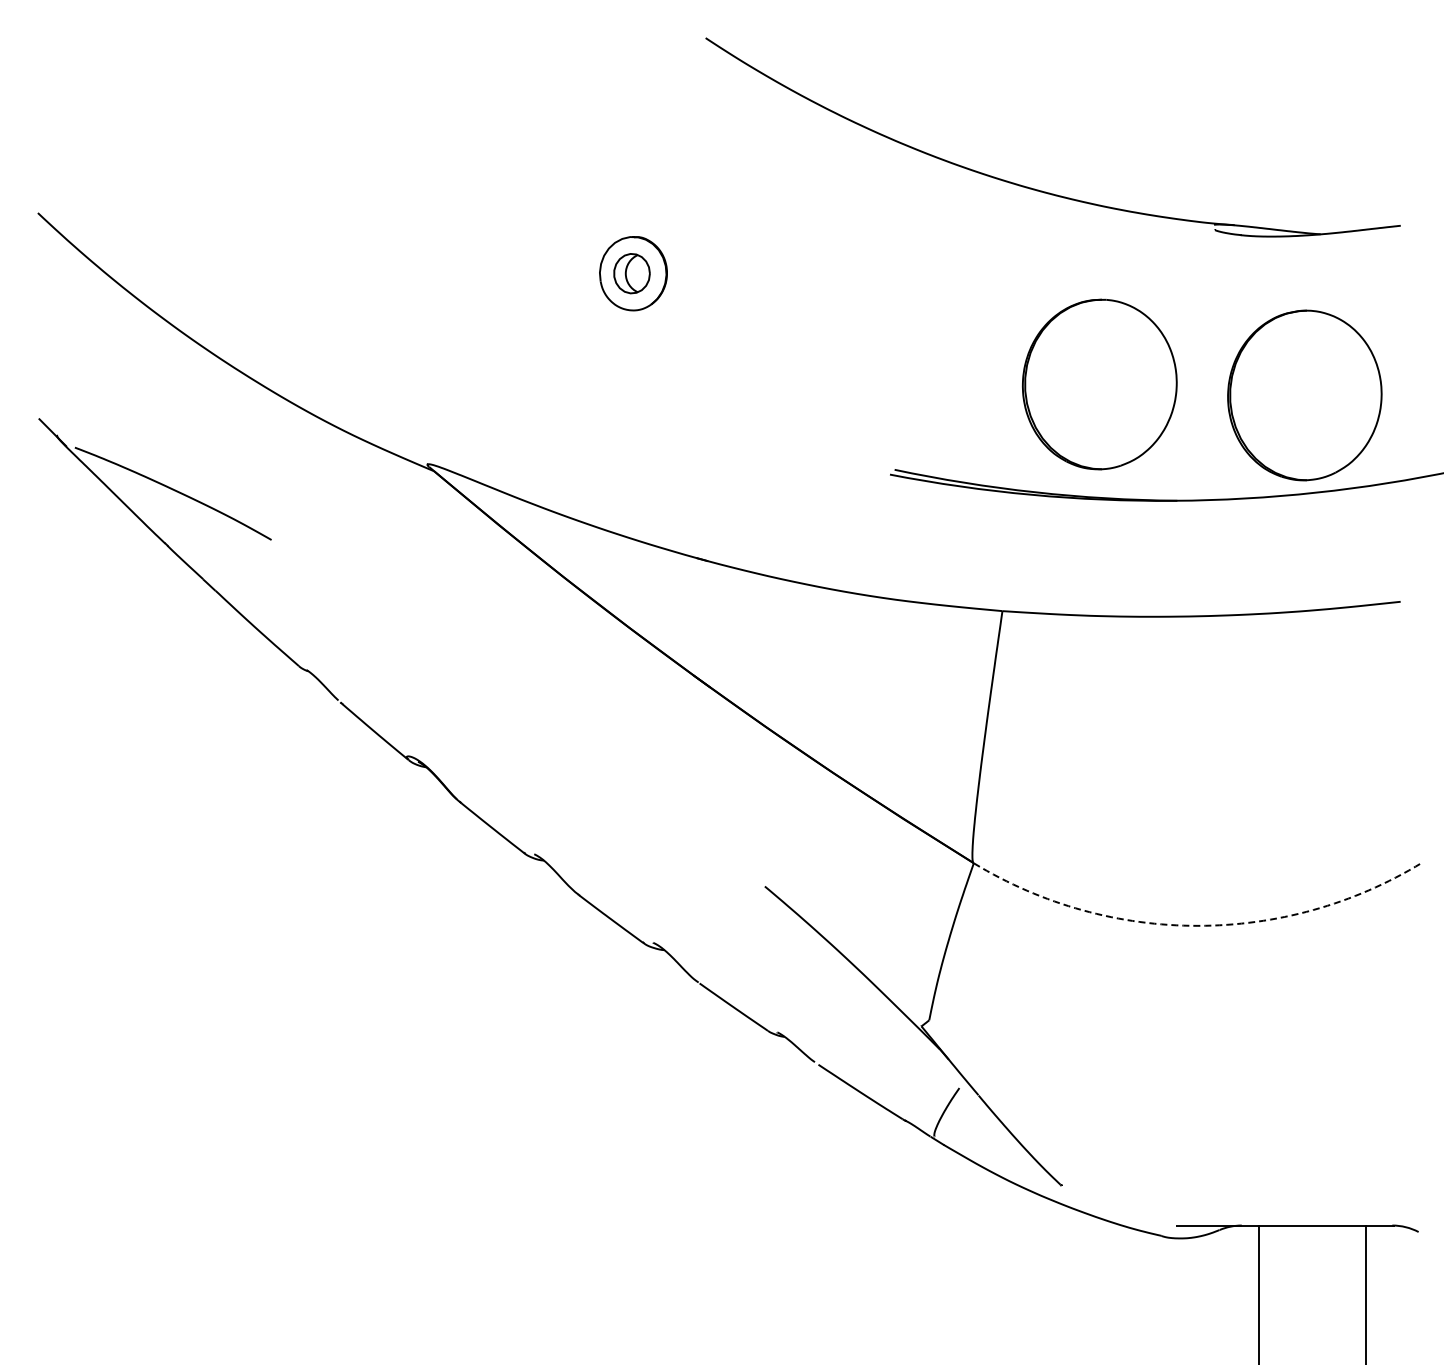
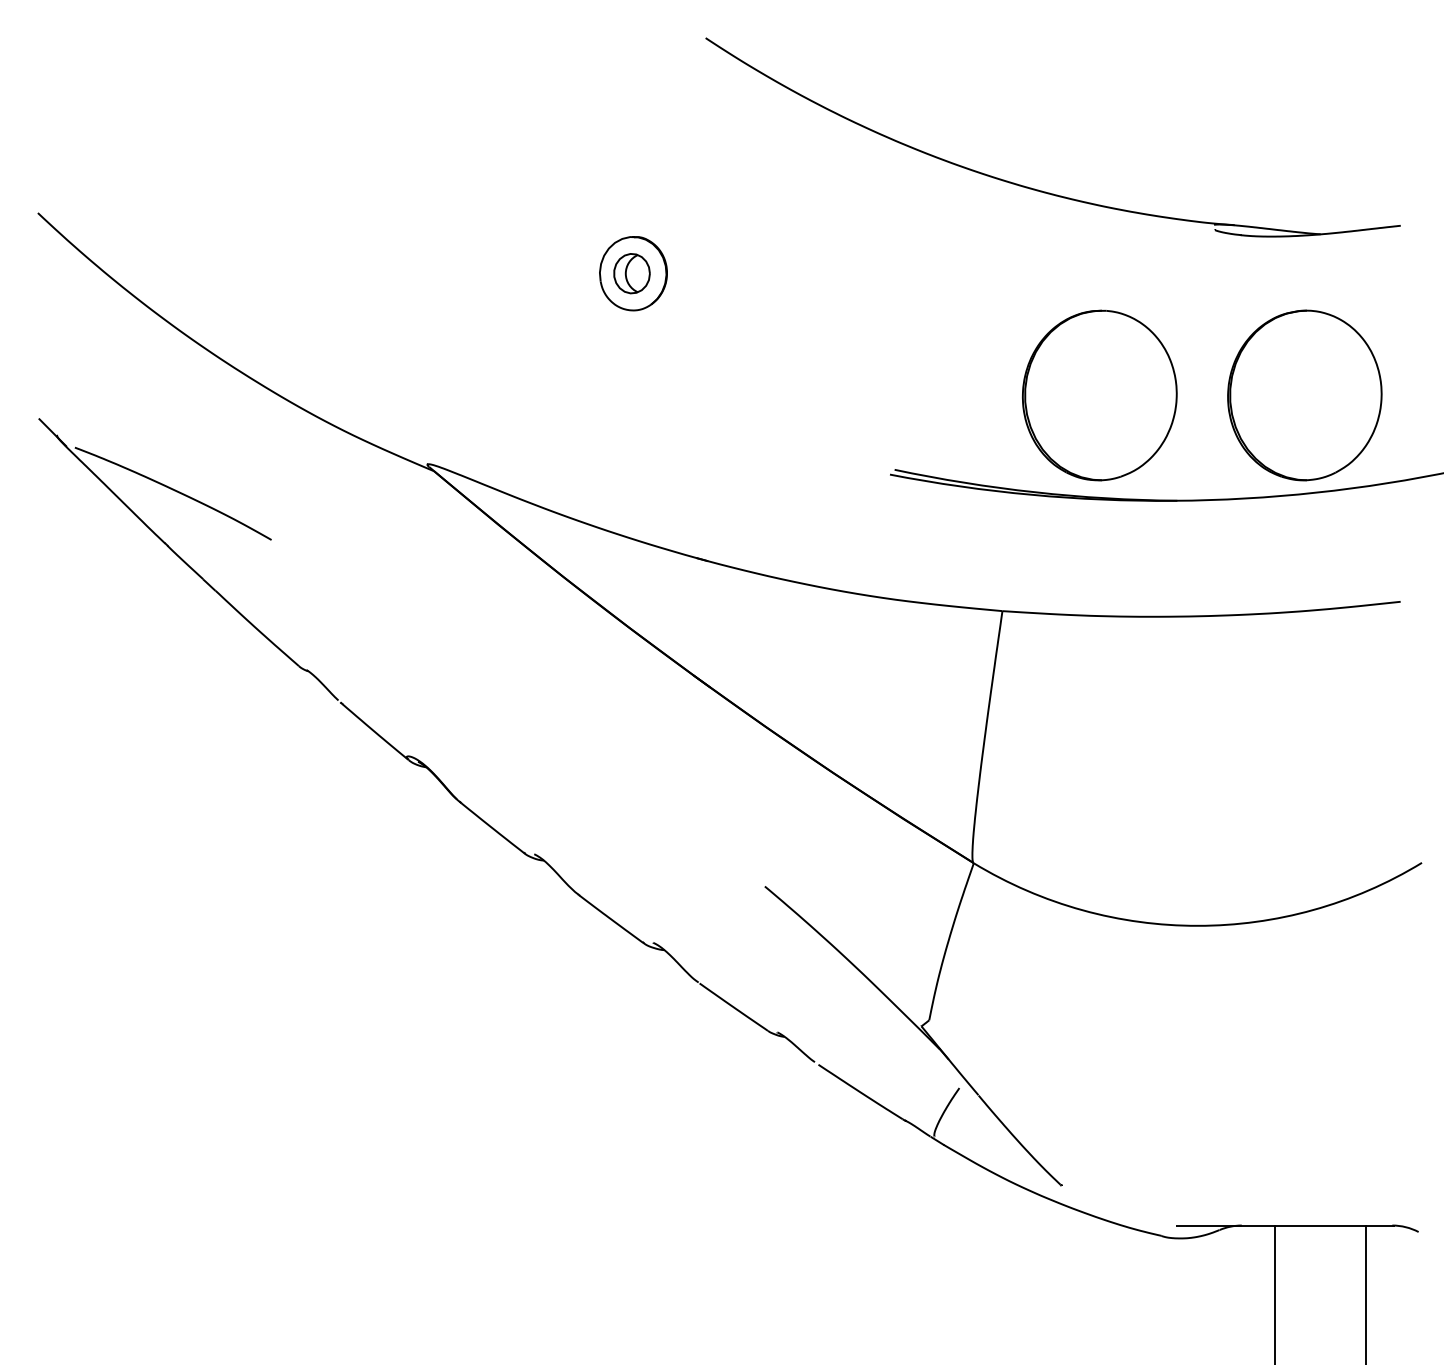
part at (1099, 384) position: (1099, 384) -> (1099, 395)
arc at (1197, 925): dashed -> solid
line at (1259, 1293) position: (1259, 1293) -> (1275, 1293)
